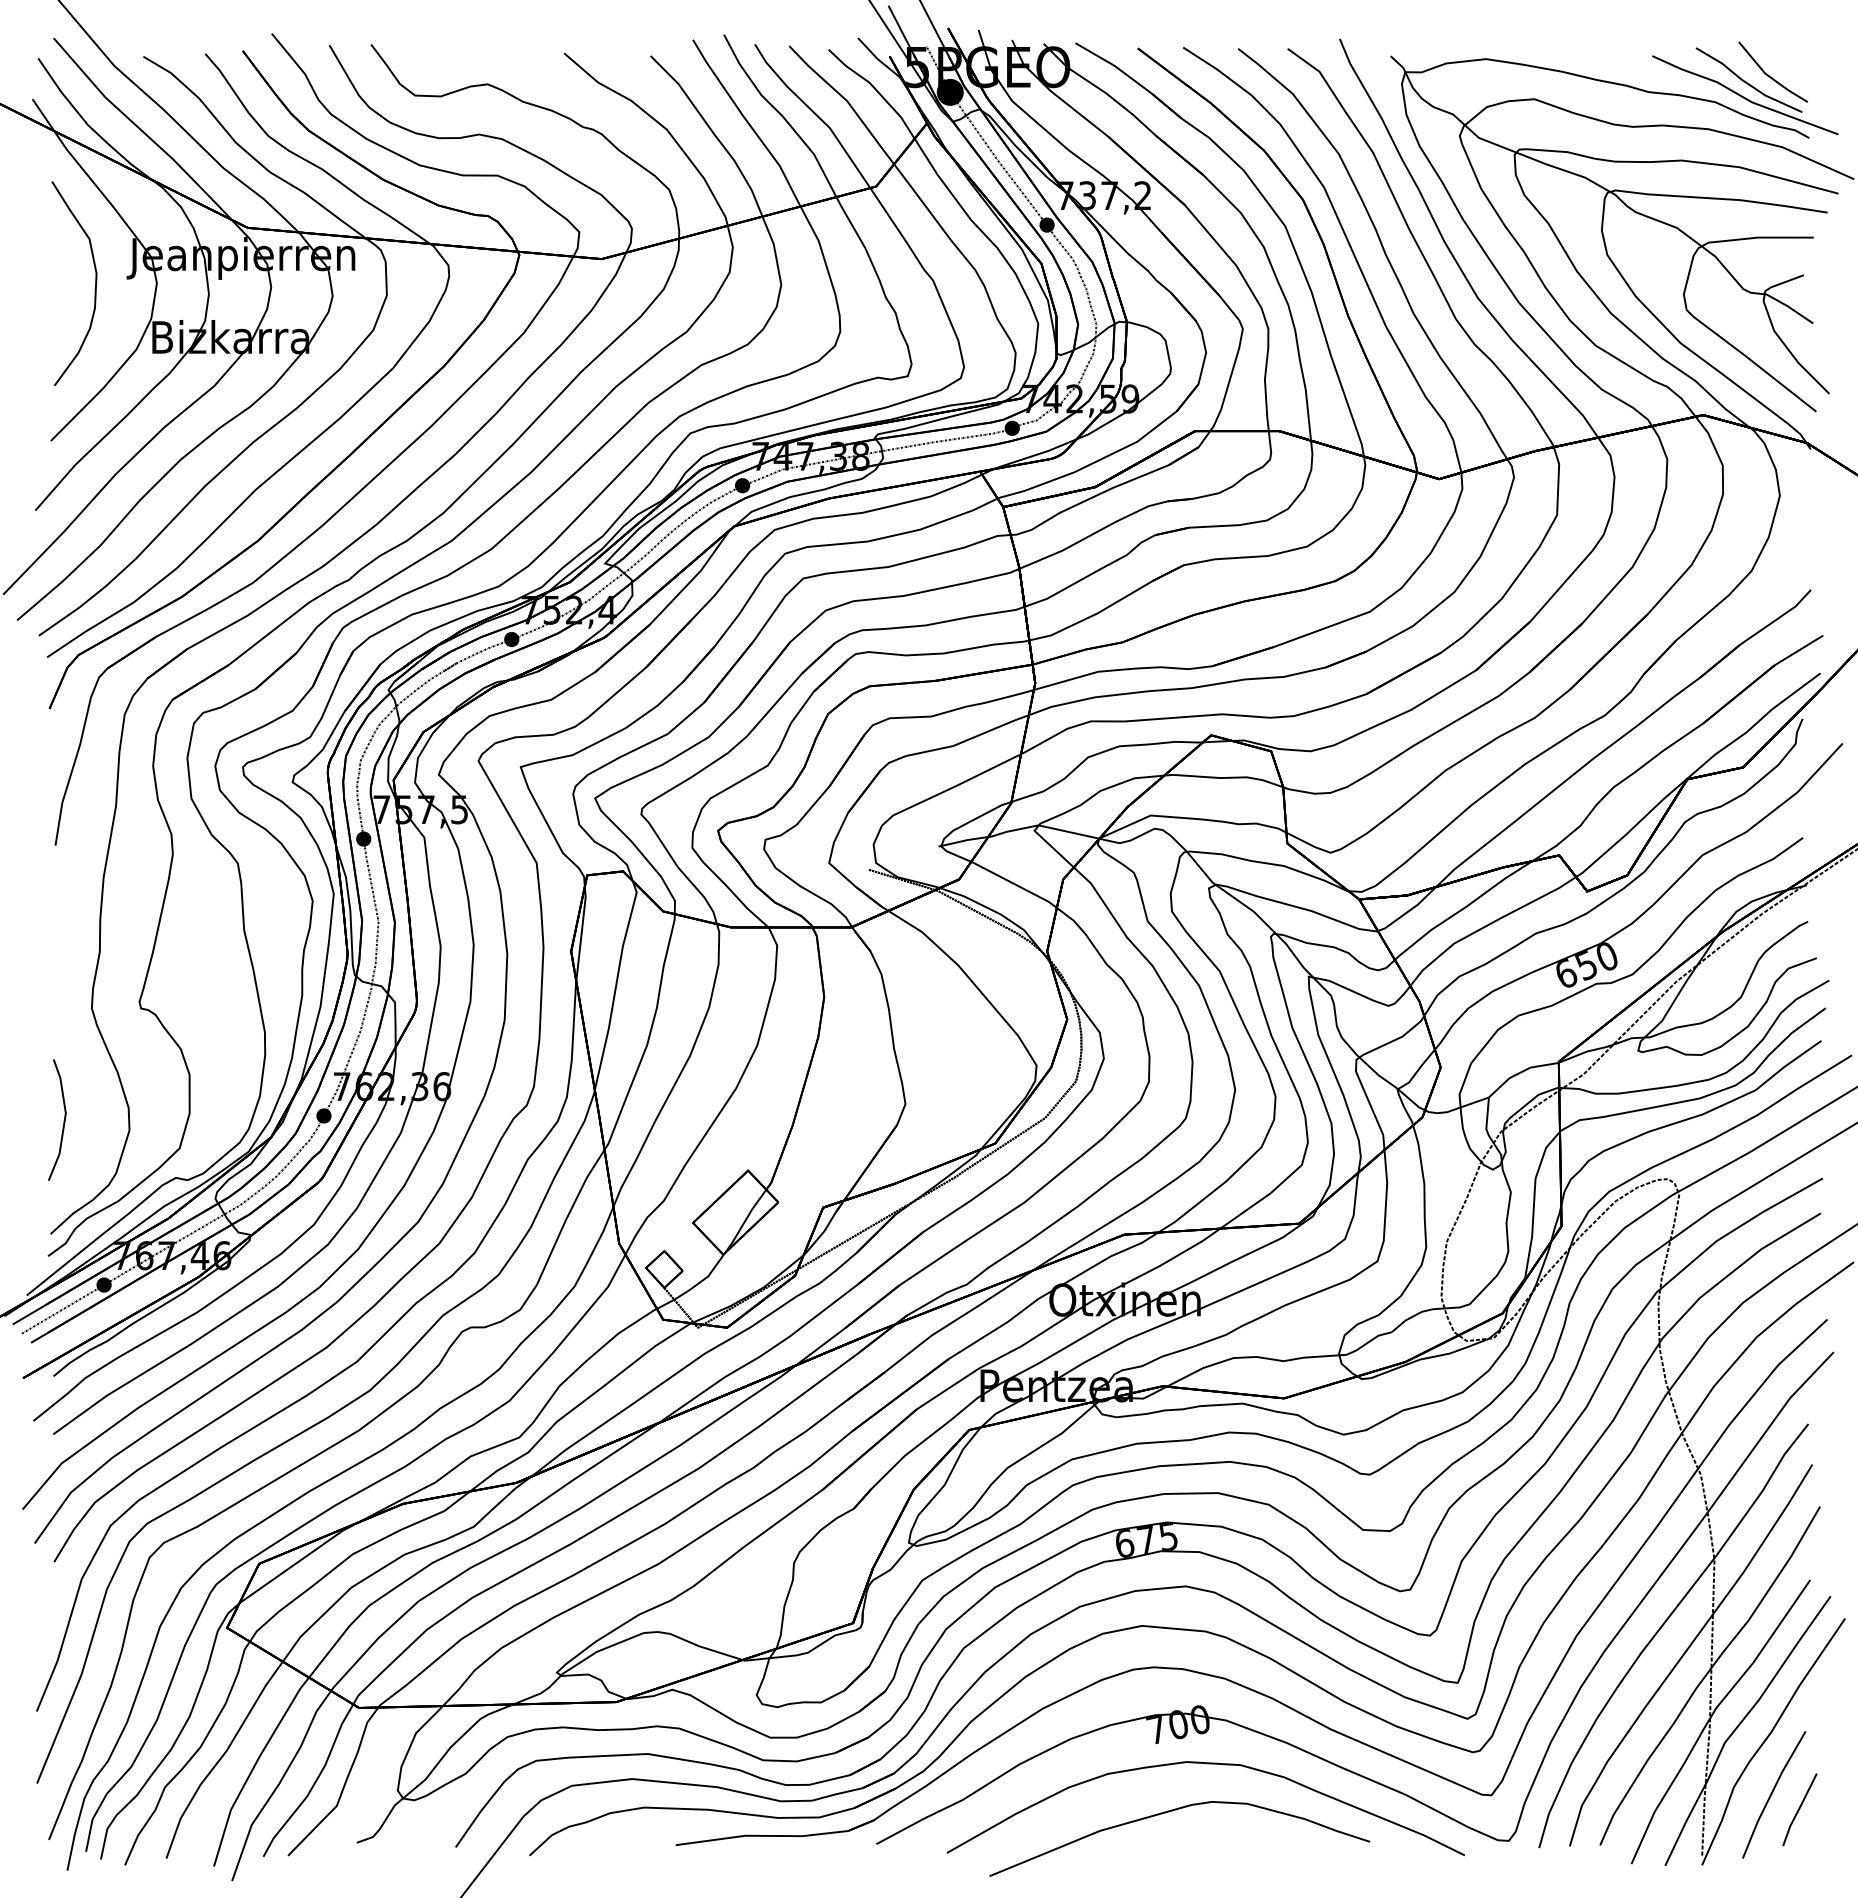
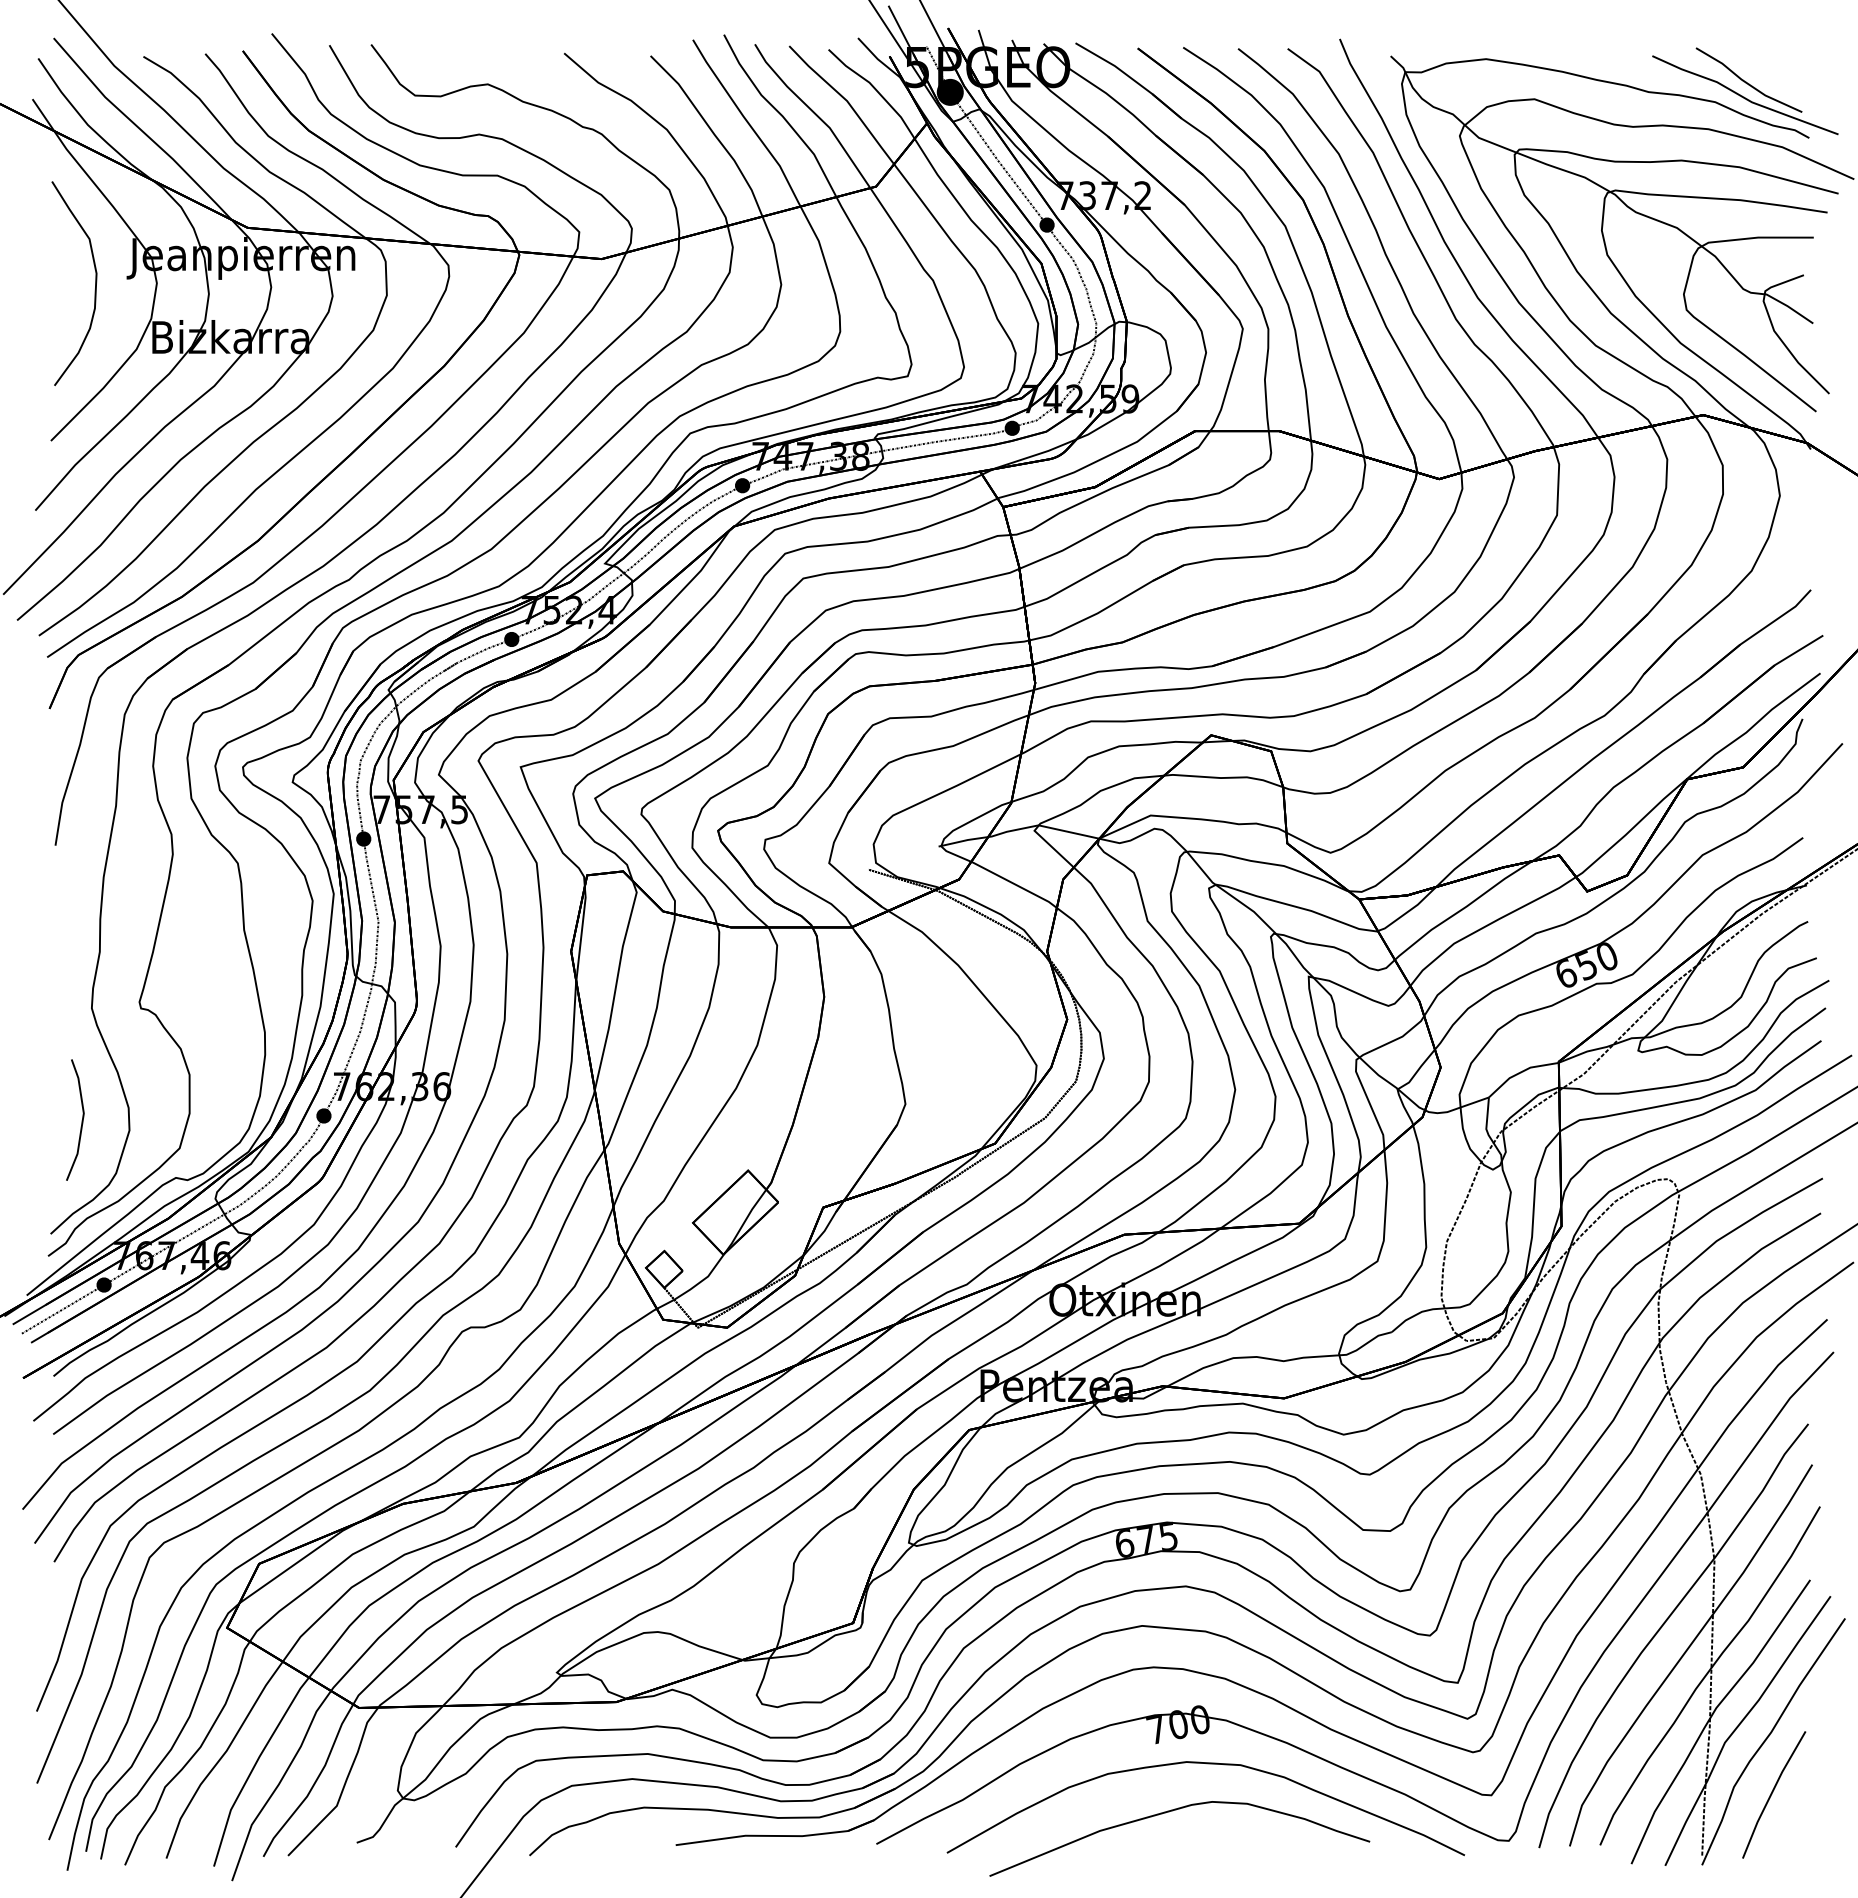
line at (1771, 76): present -> none
line at (63, 1120) position: (63, 1120) -> (81, 1120)
line at (1799, 1809): present -> none
